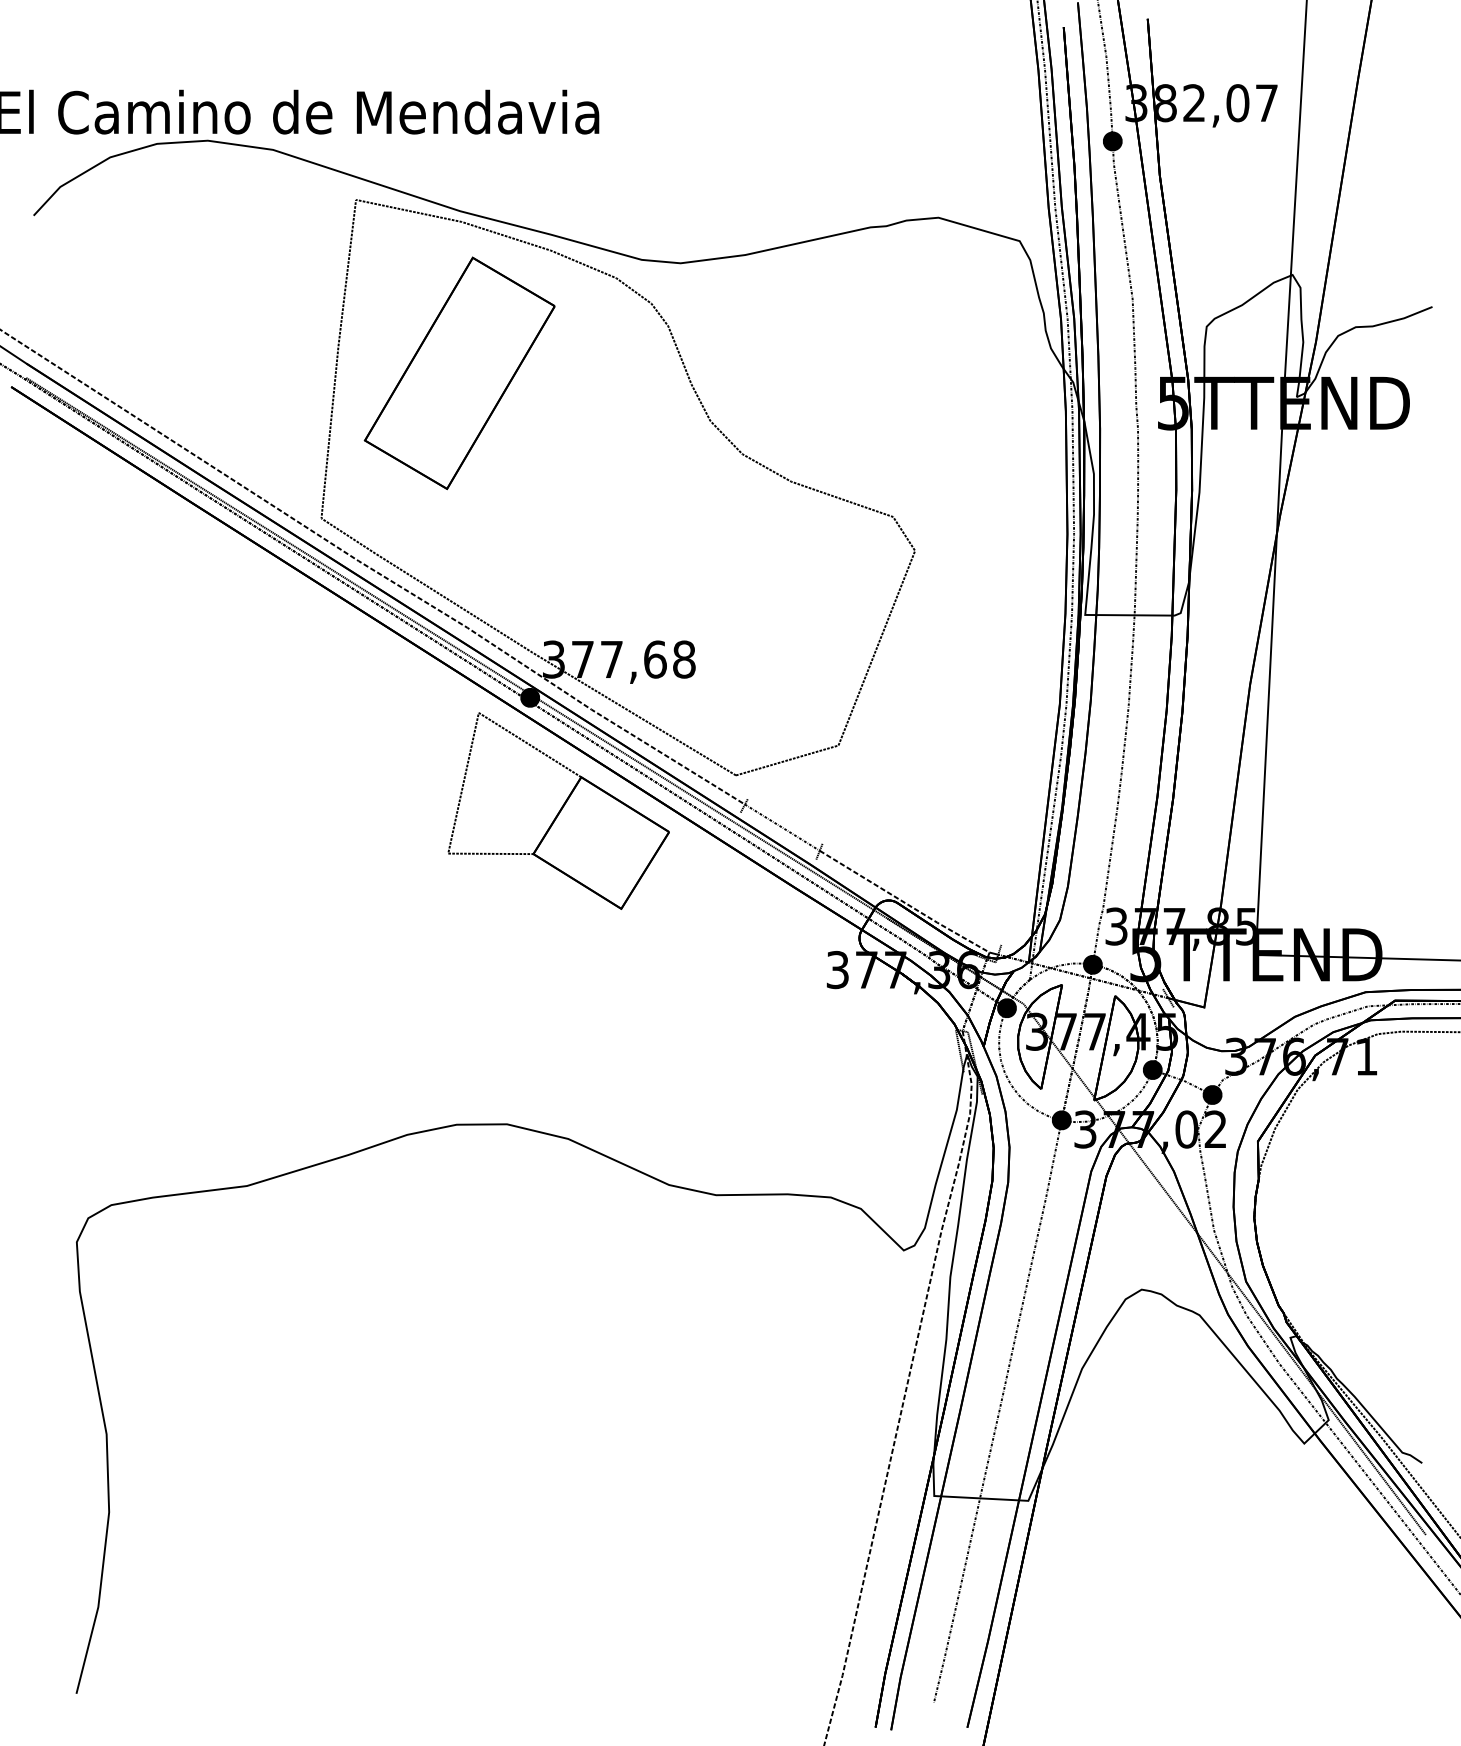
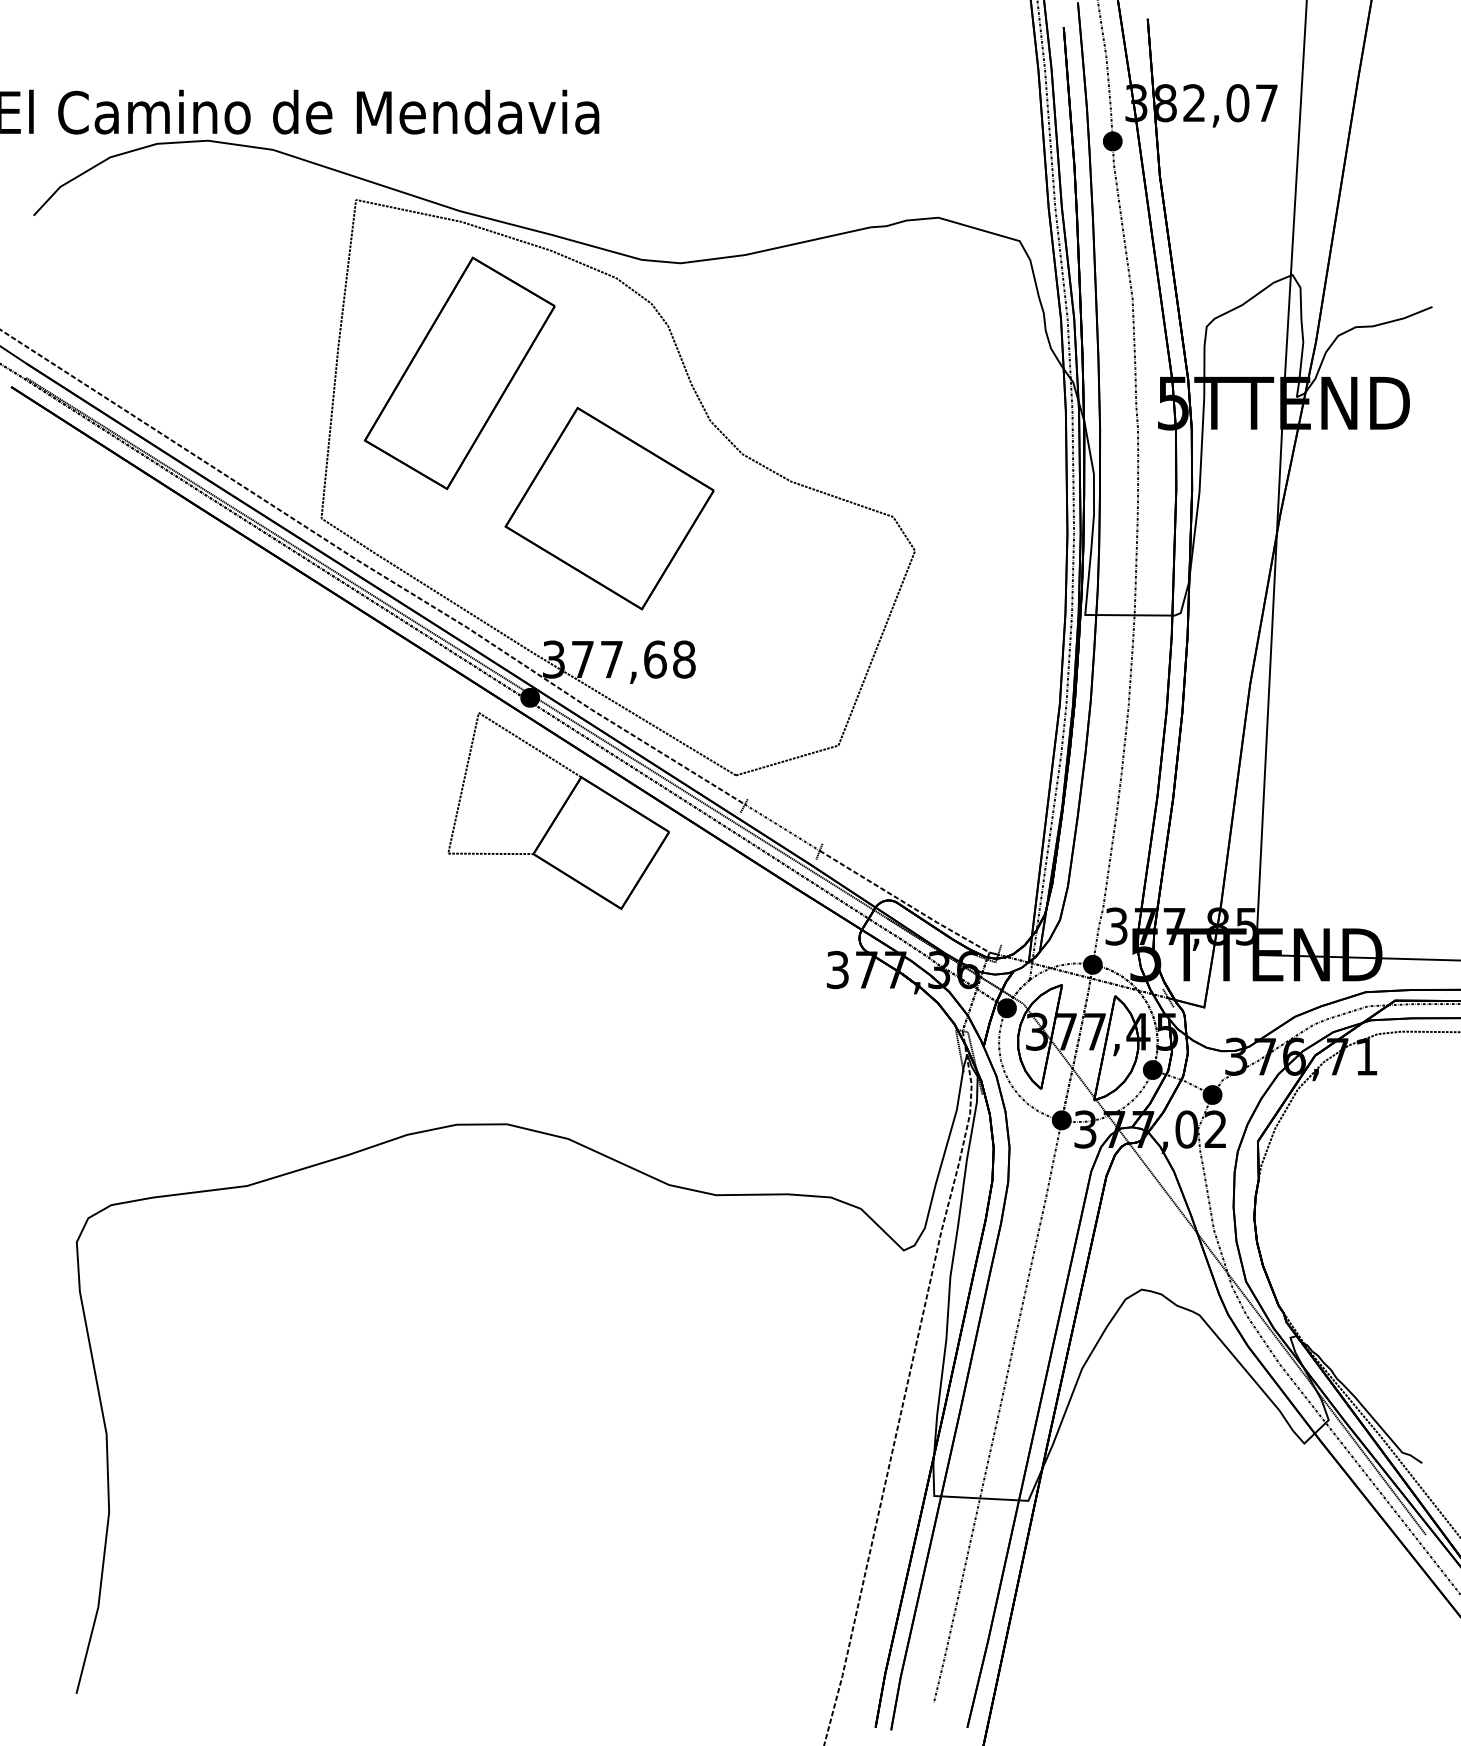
part at (609, 508): none -> present
